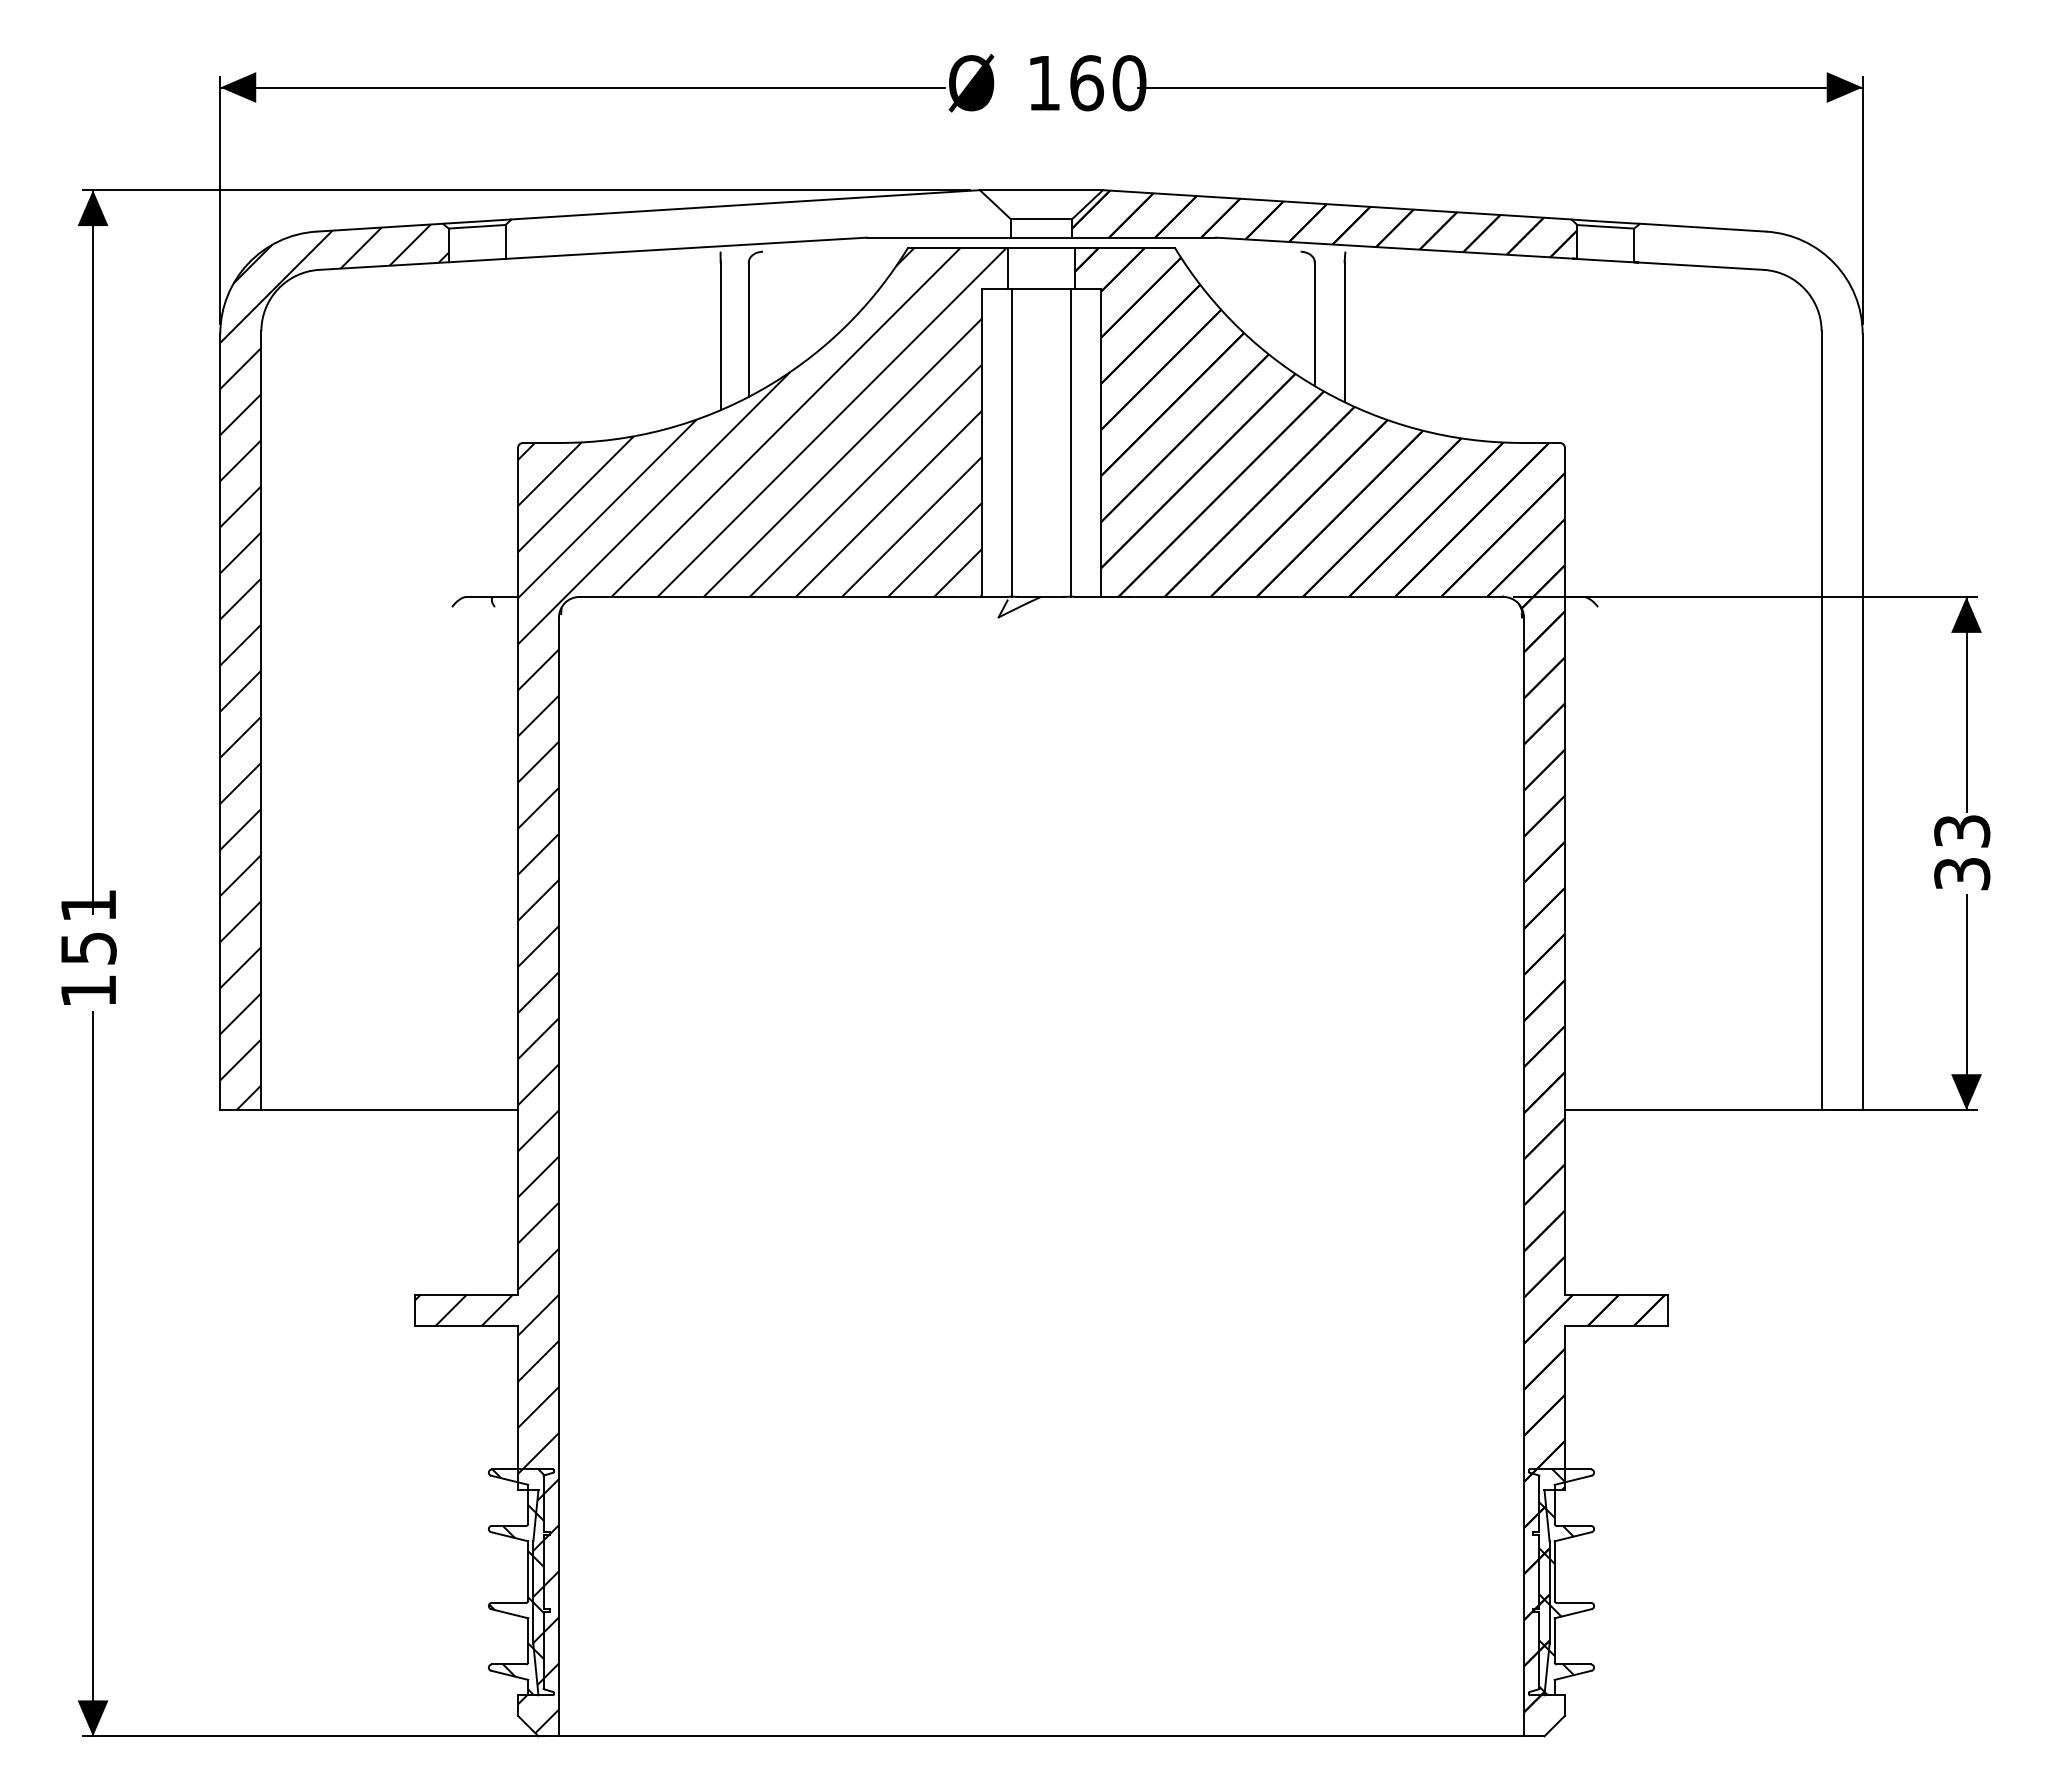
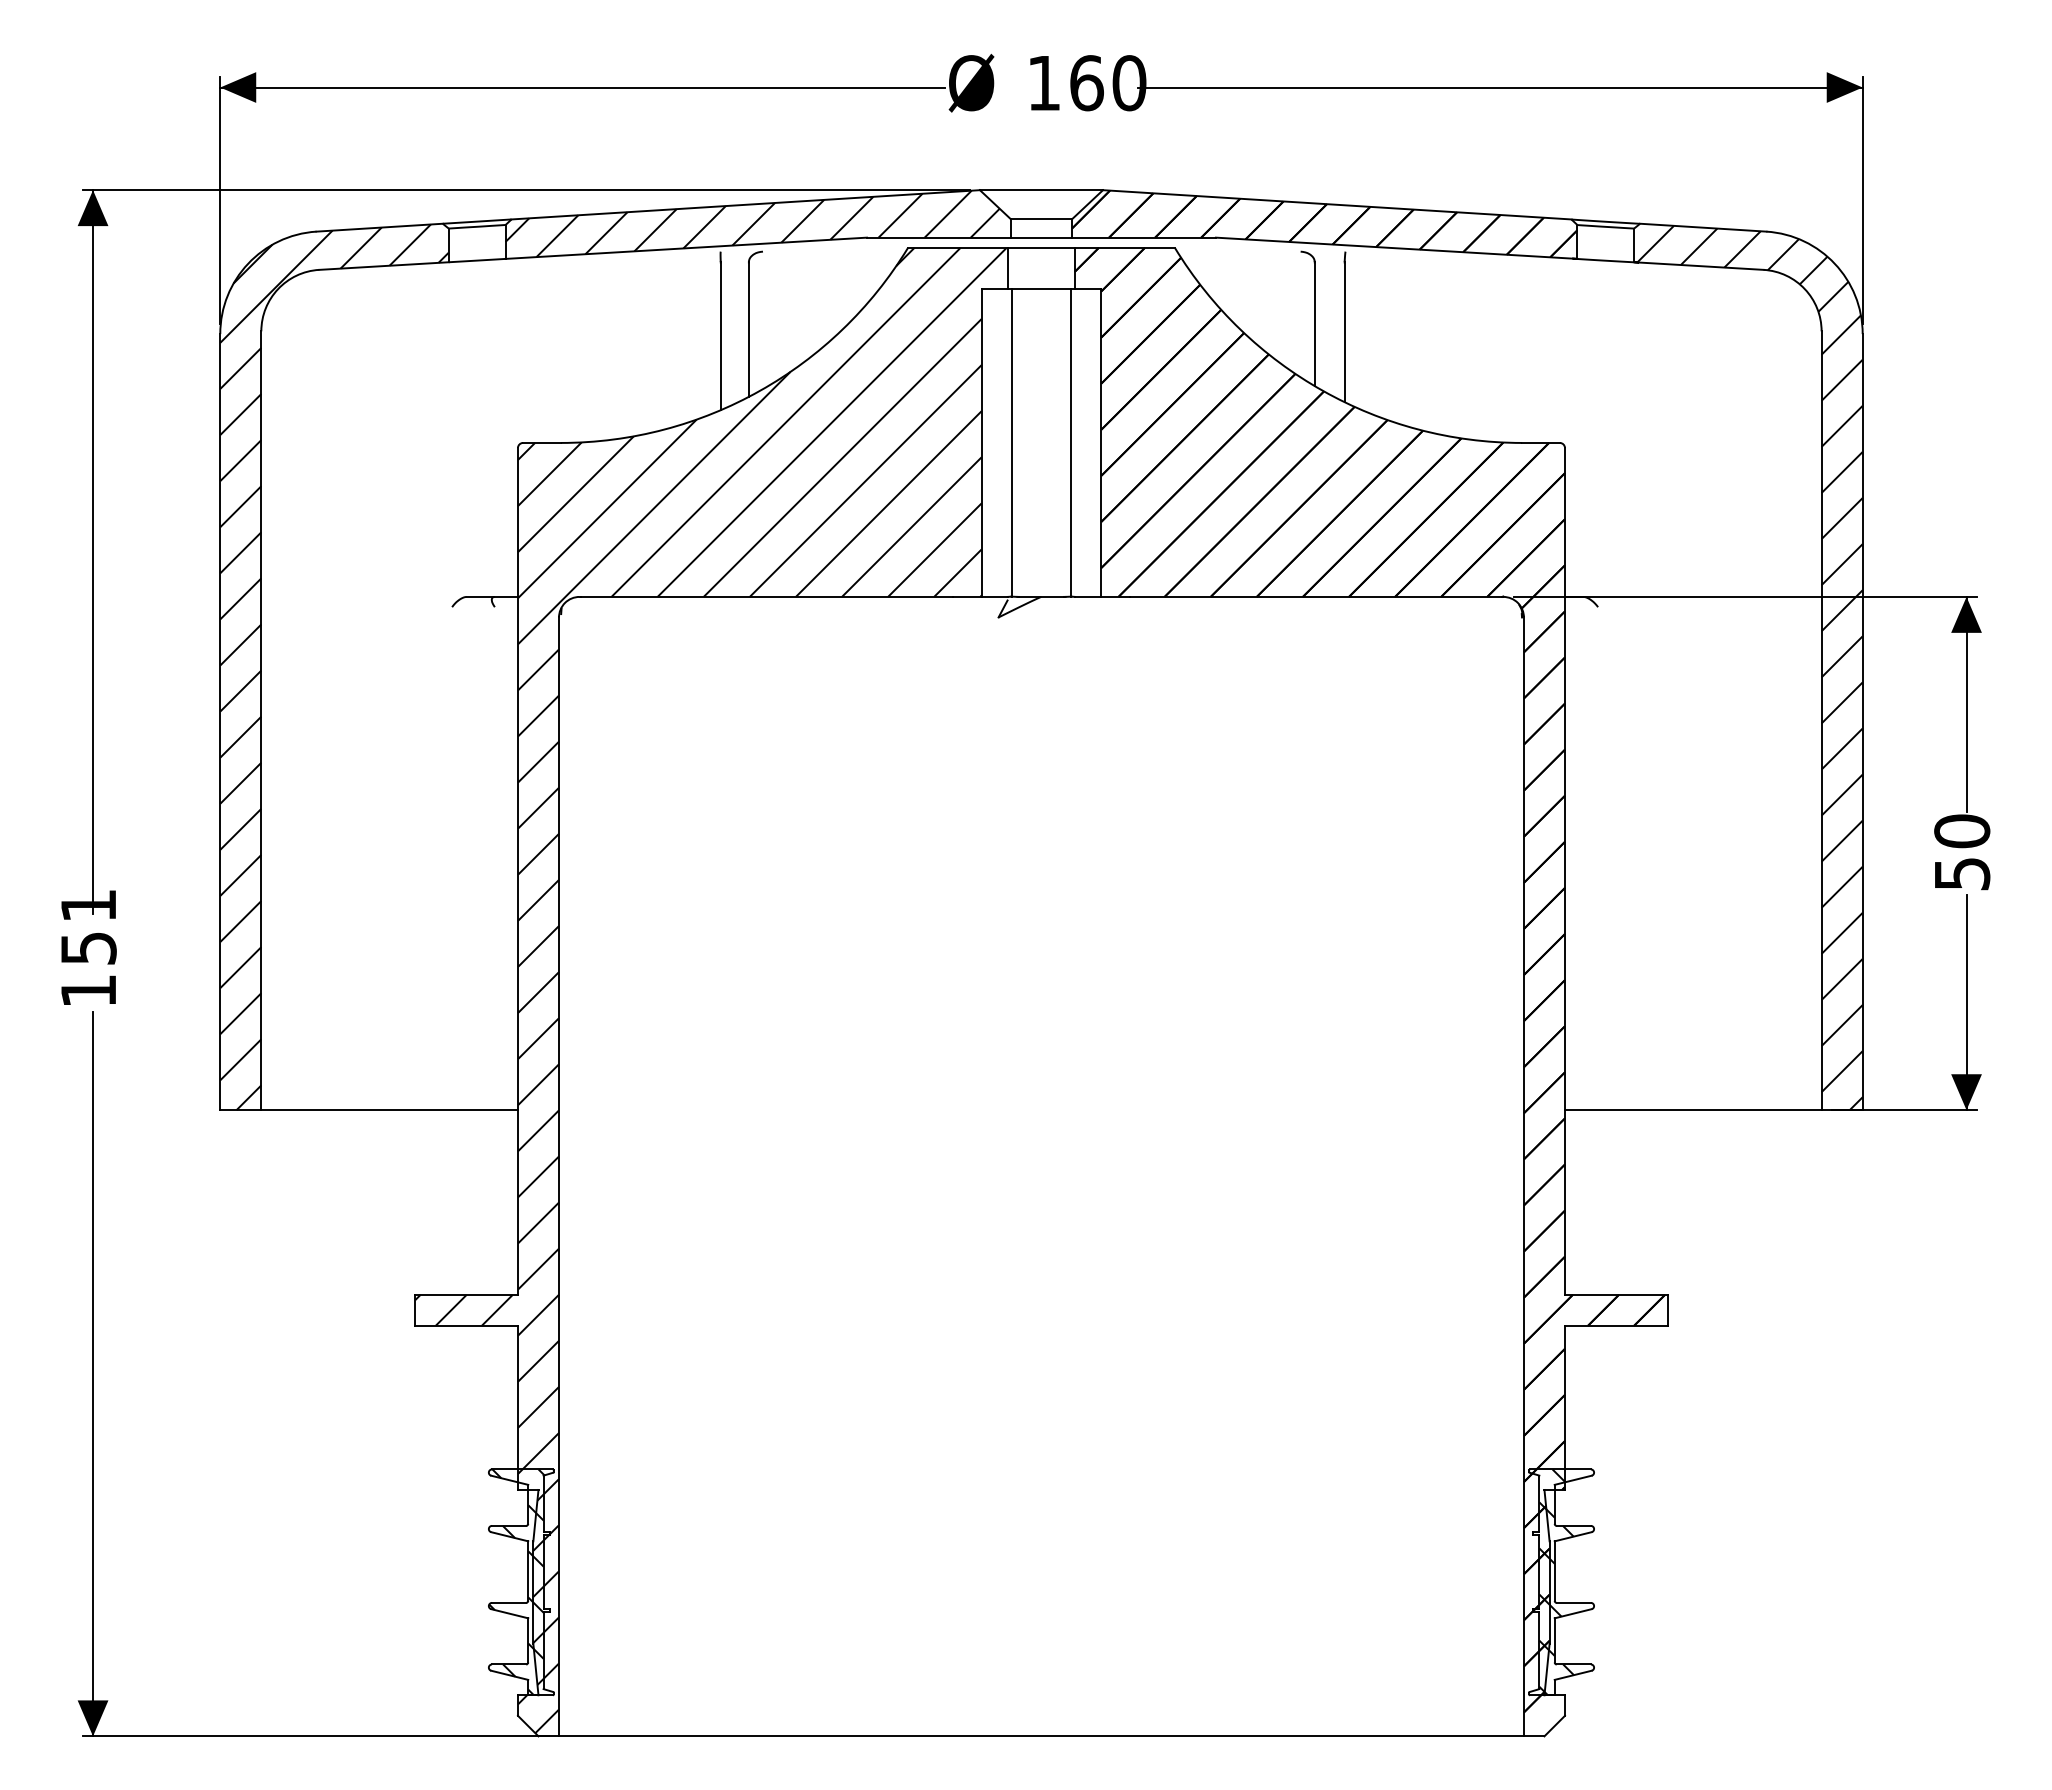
hatch at (752, 223): none -> present
hatch at (1749, 667): none -> present
text at (1962, 851): 33 -> 50
